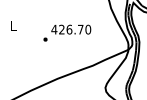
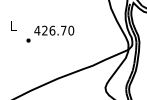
text at (67, 32) position: (67, 32) -> (50, 33)
